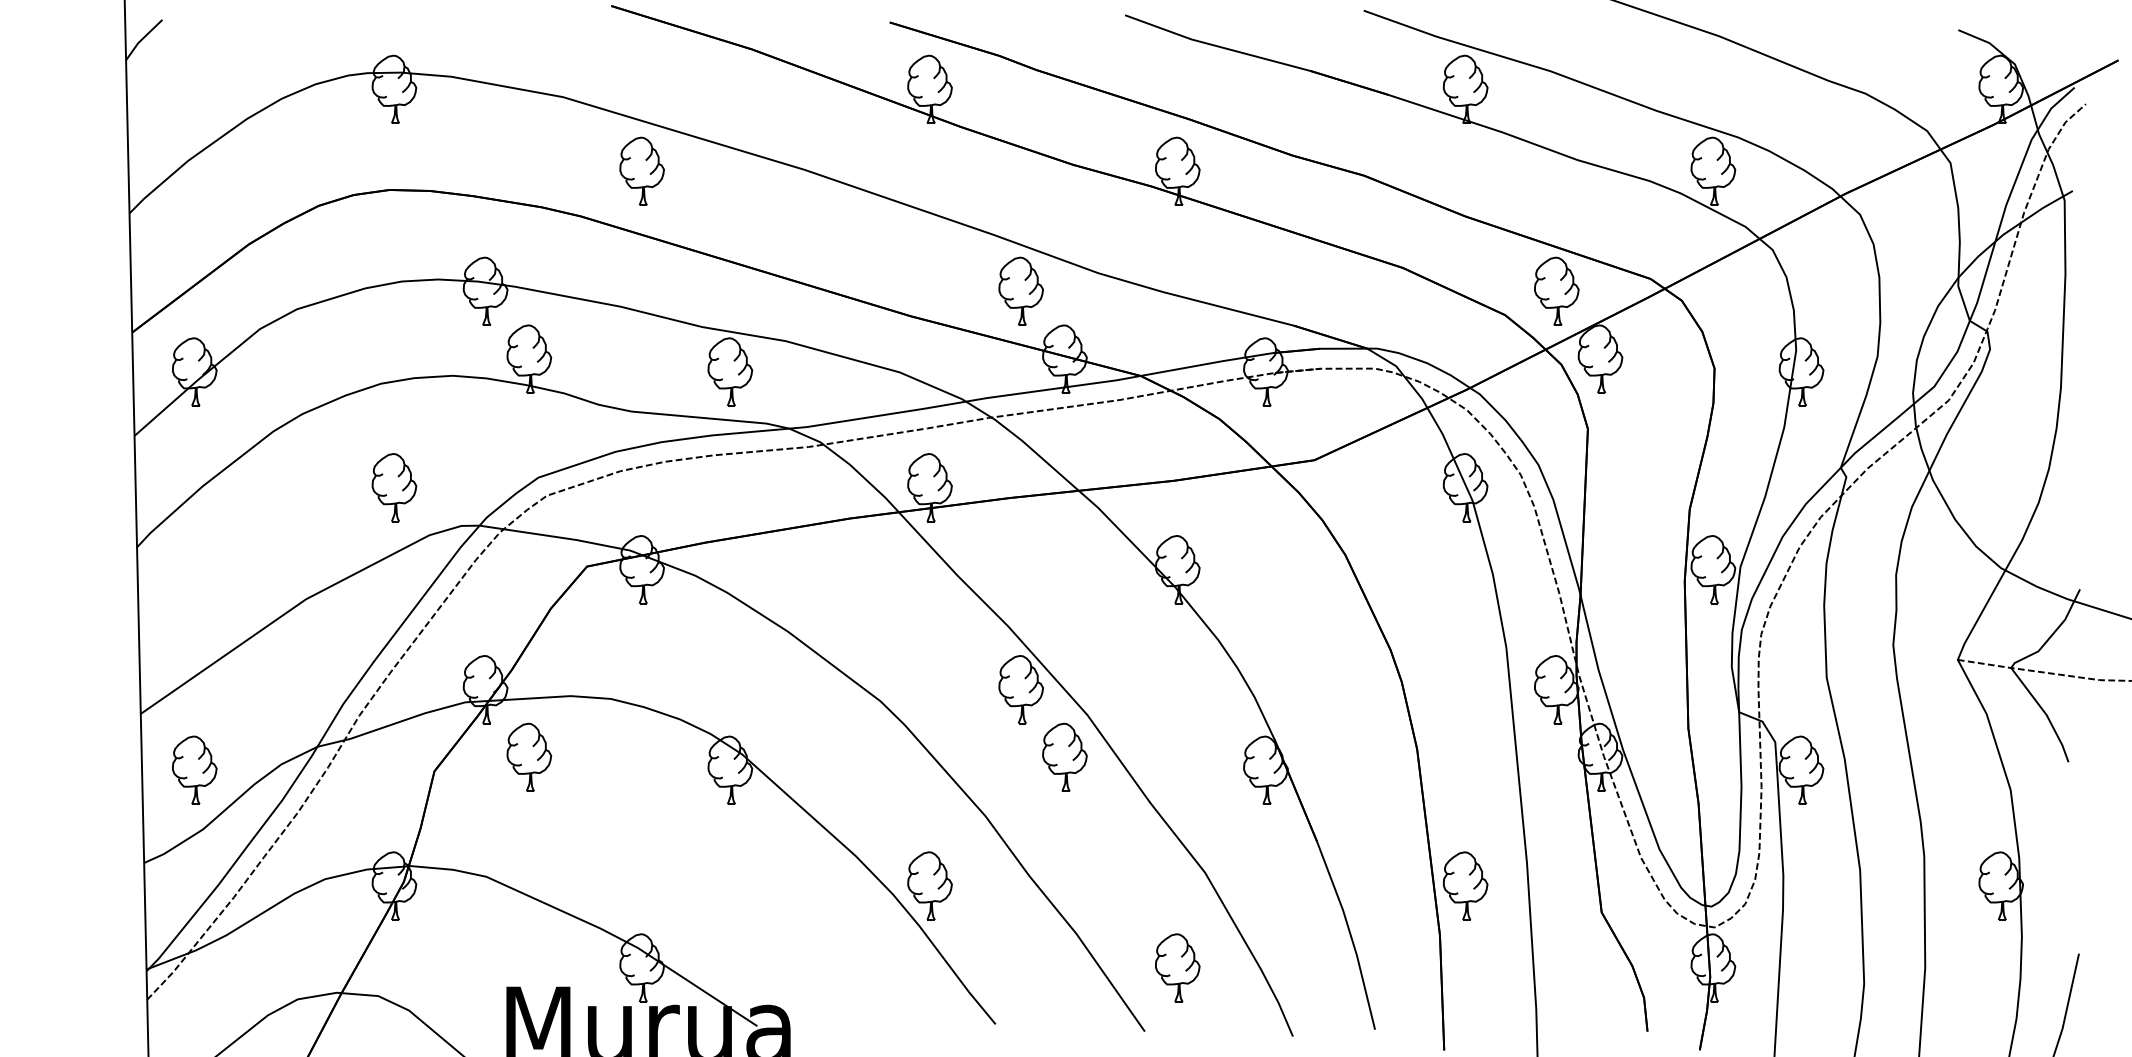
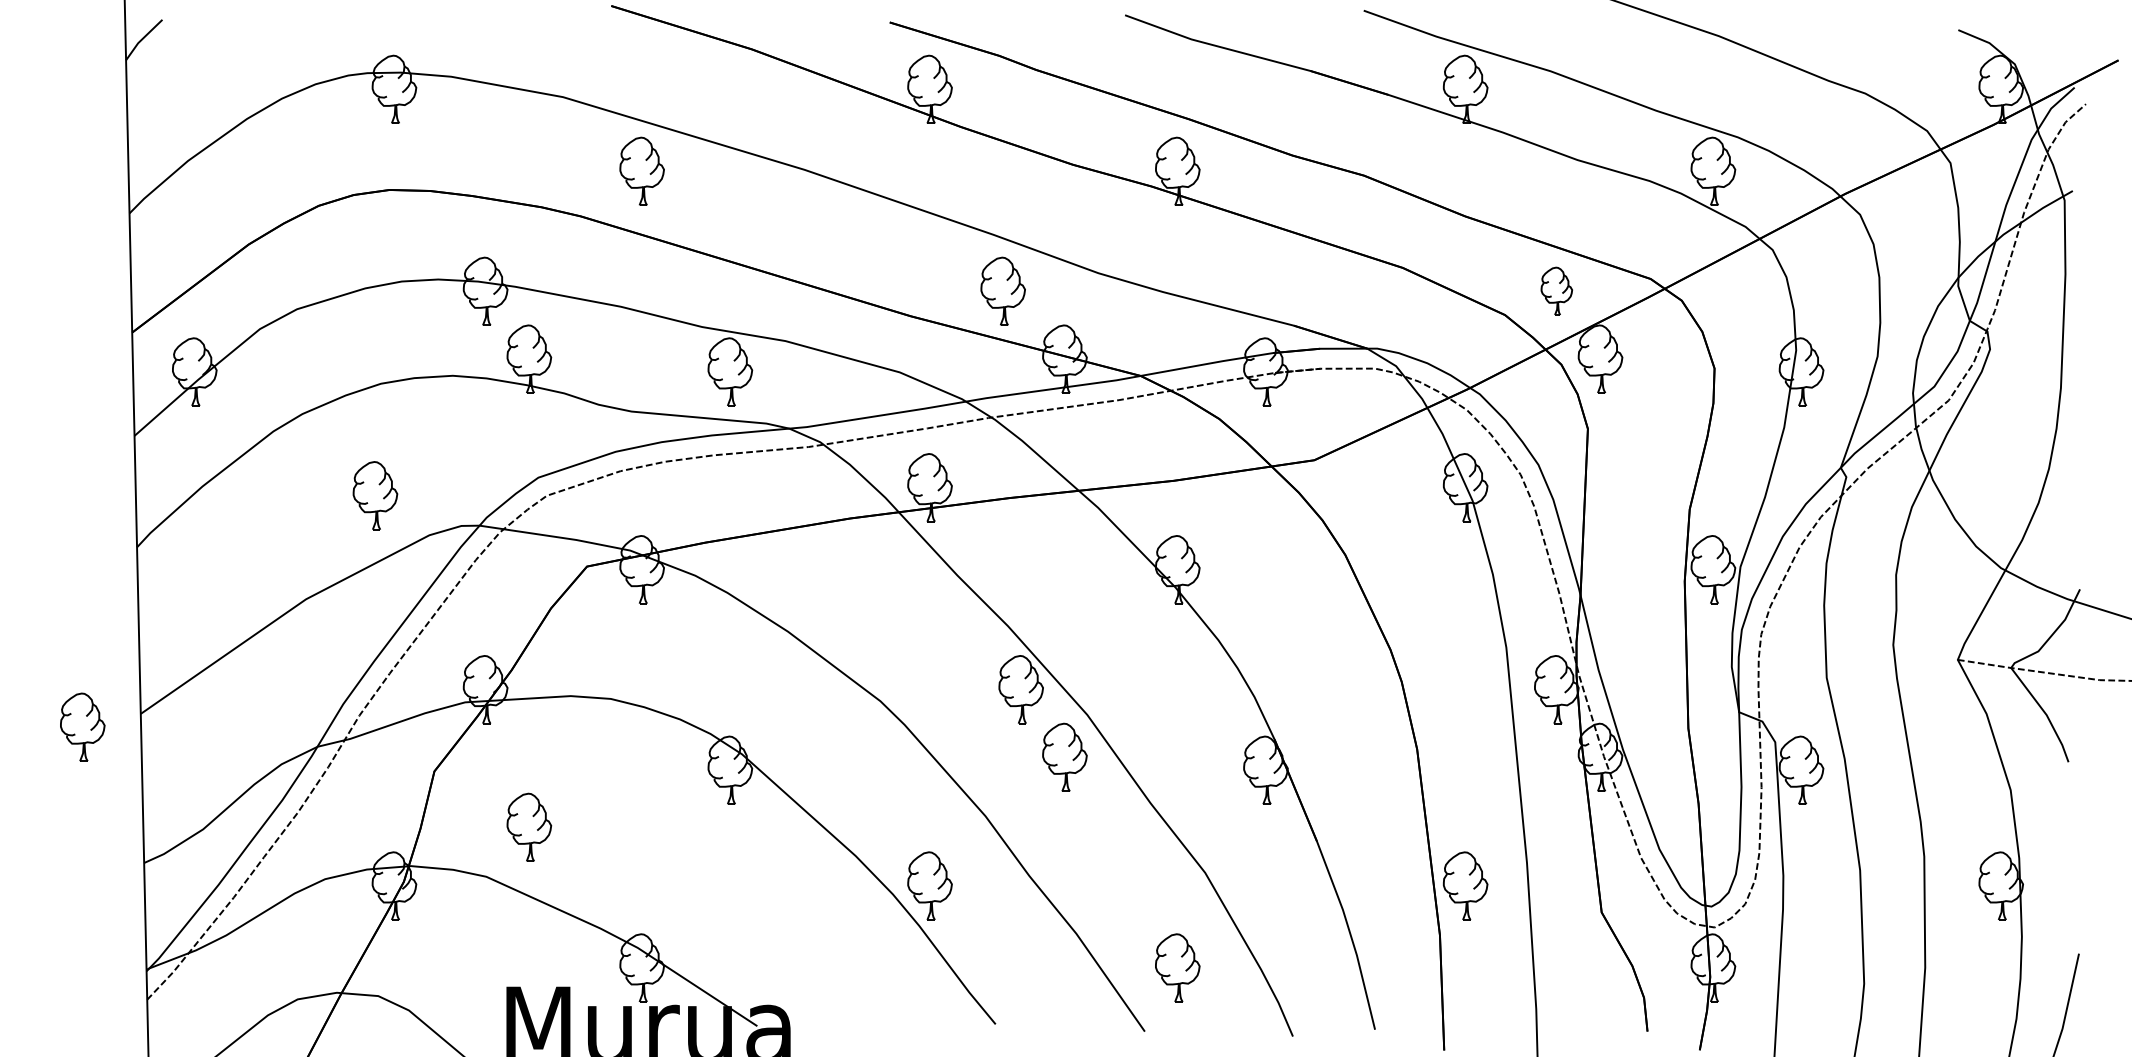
part at (1020, 290) position: (1020, 290) -> (1002, 290)
part at (1556, 290) size: 46x70 px -> 34x50 px
part at (394, 487) position: (394, 487) -> (375, 495)
part at (529, 756) position: (529, 756) -> (529, 826)
part at (194, 769) position: (194, 769) -> (82, 726)
